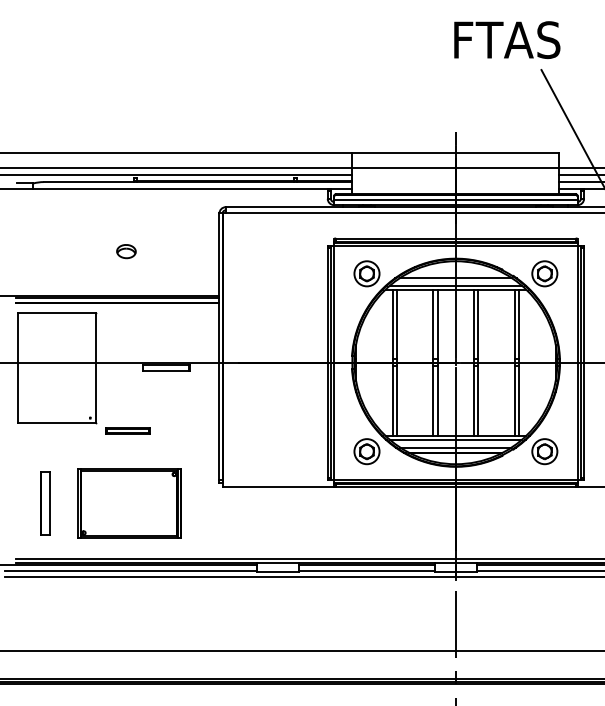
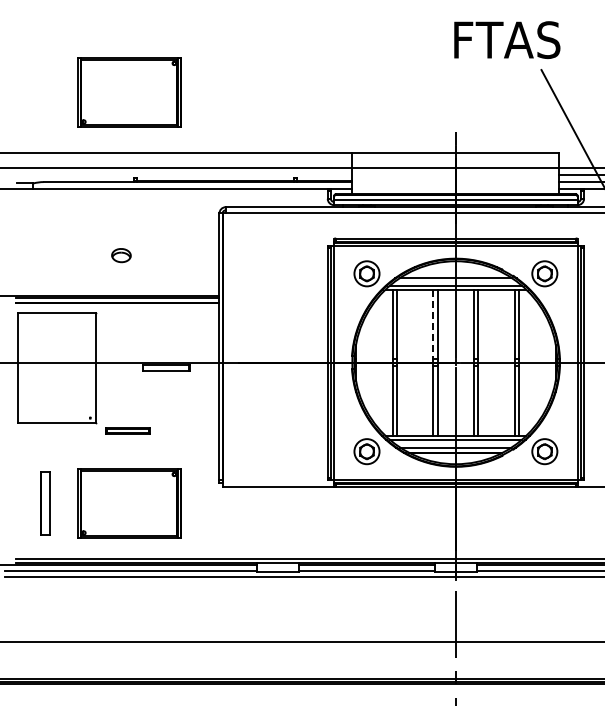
part at (129, 92): none -> present
line at (177, 174): present -> none
part at (126, 251) position: (126, 251) -> (121, 255)
line at (433, 324): solid -> dashed
line at (301, 650) position: (301, 650) -> (301, 641)
